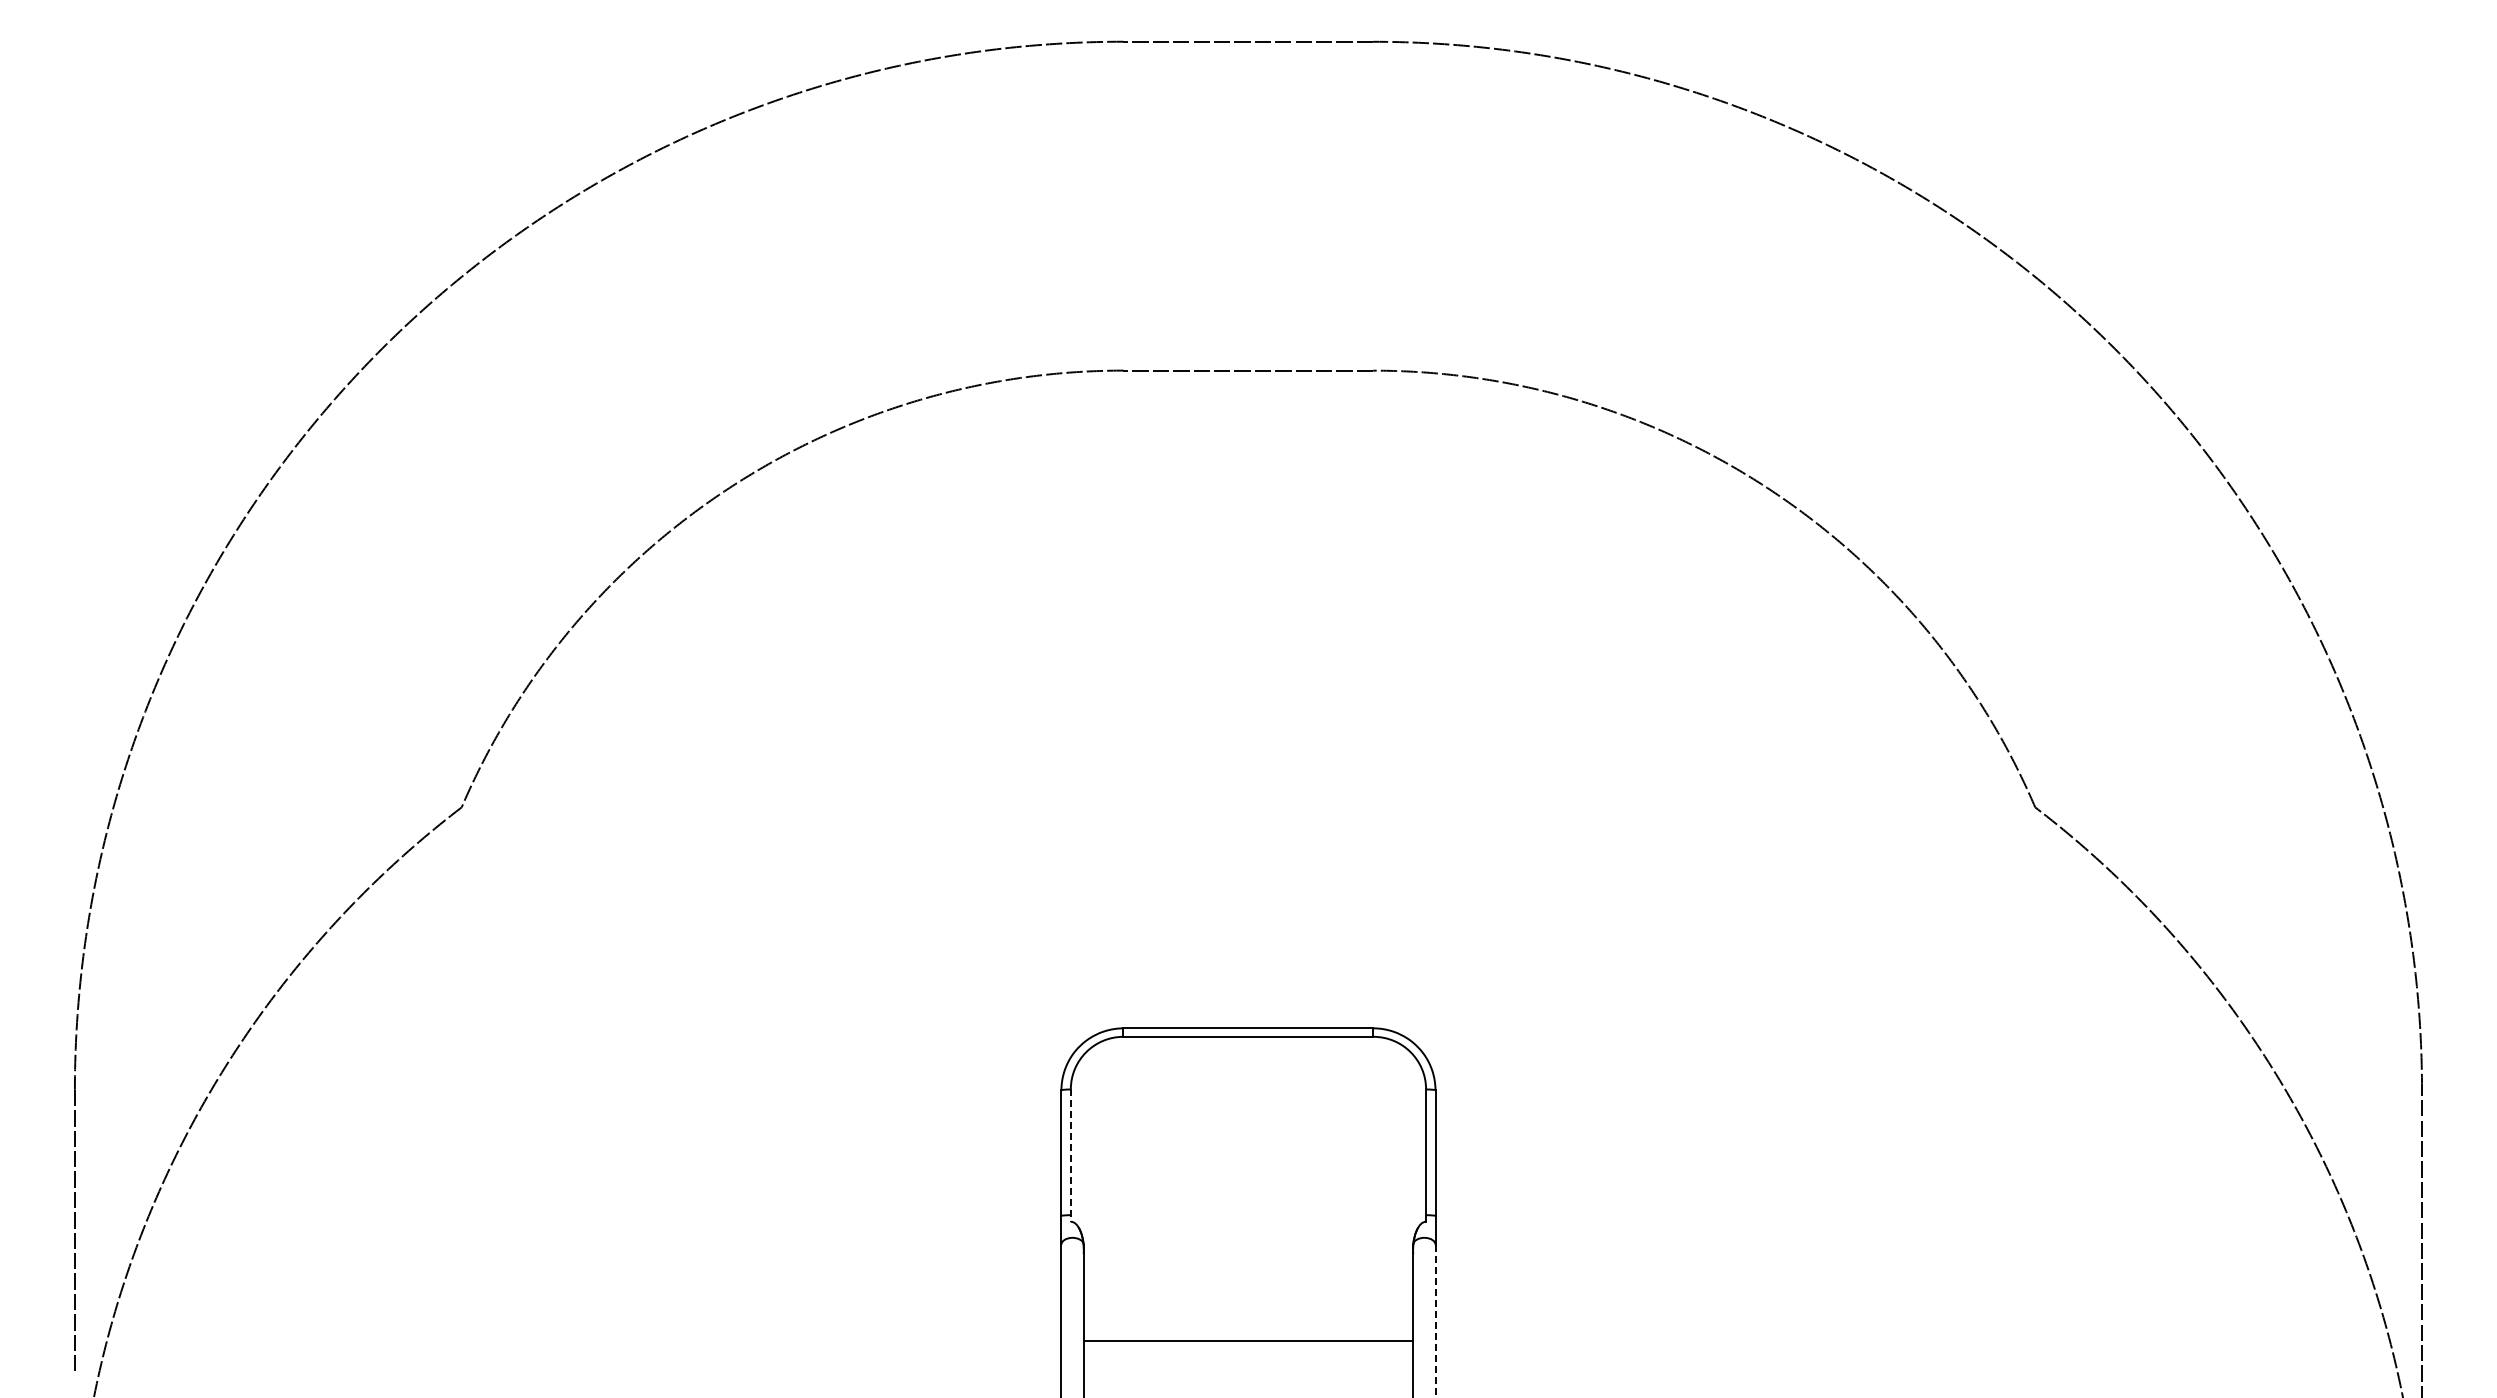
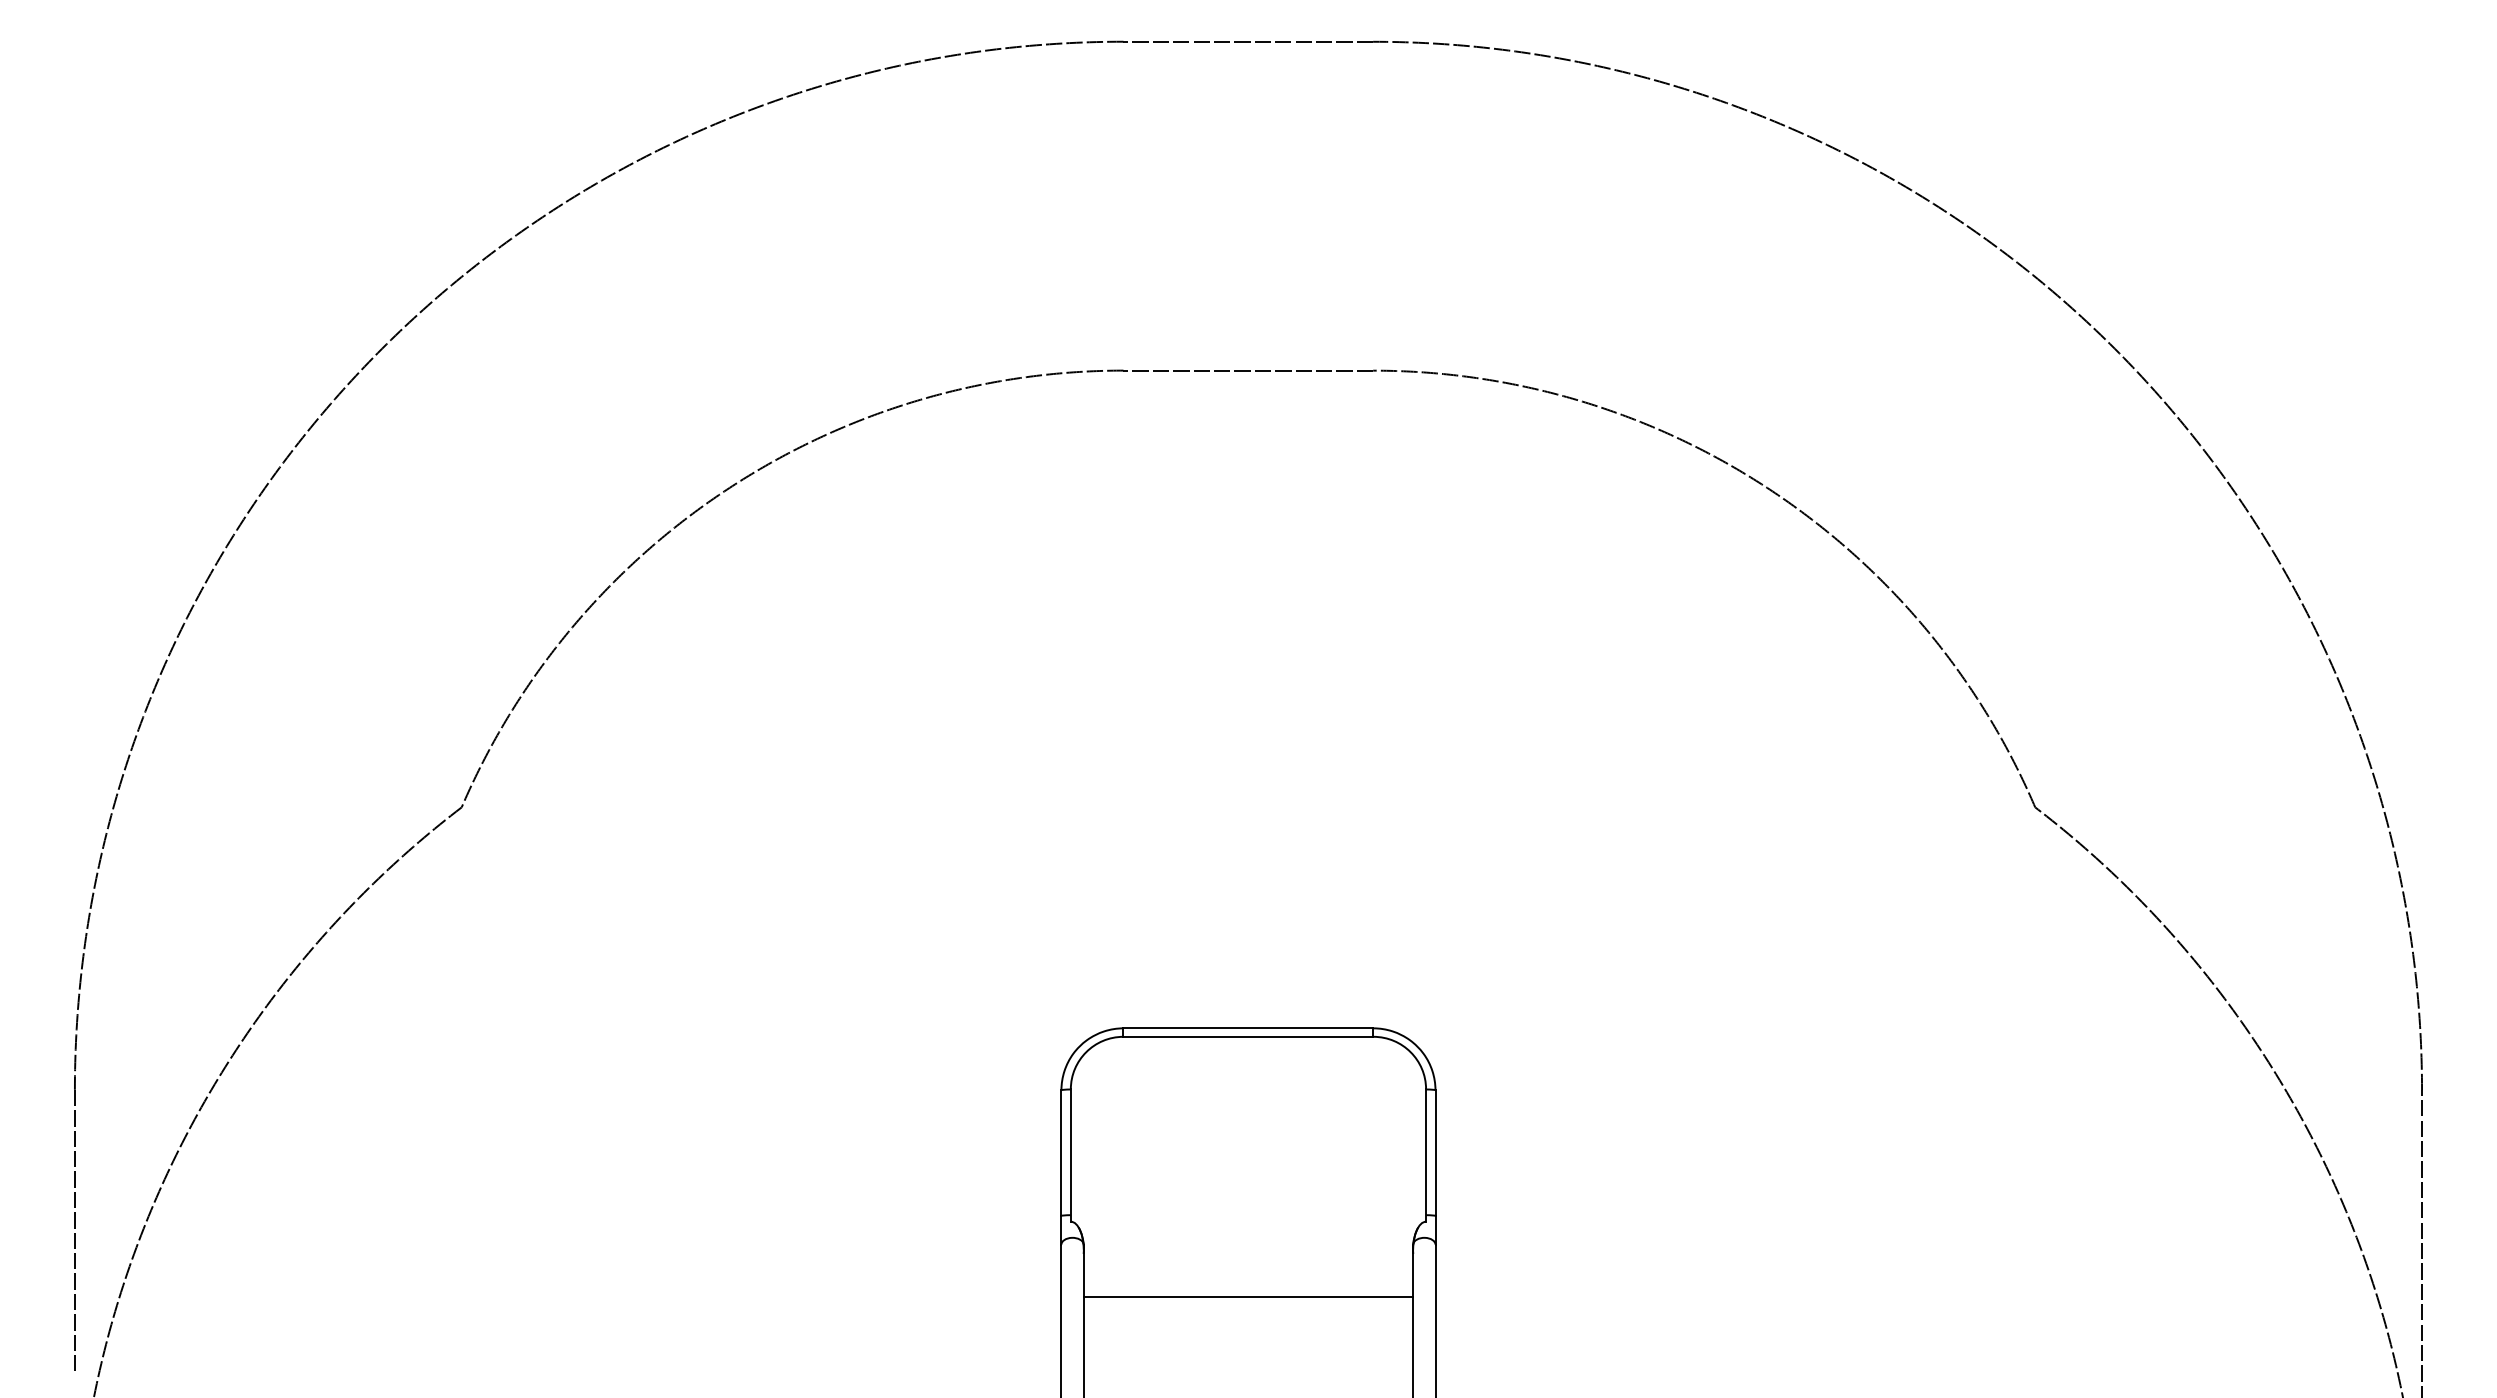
line at (1070, 1156): dashed -> solid
line at (1435, 1321): dashed -> solid
line at (1248, 1340) position: (1248, 1340) -> (1248, 1296)
